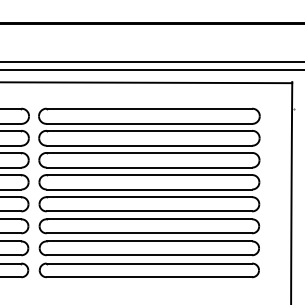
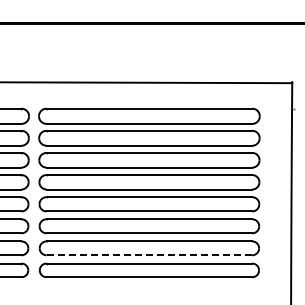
line at (151, 62): present -> none
line at (151, 69): present -> none
line at (149, 255): solid -> dashed
